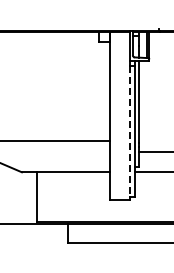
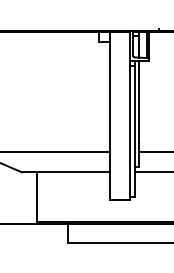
line at (129, 131): dashed -> solid
line at (56, 141) position: (56, 141) -> (56, 152)
